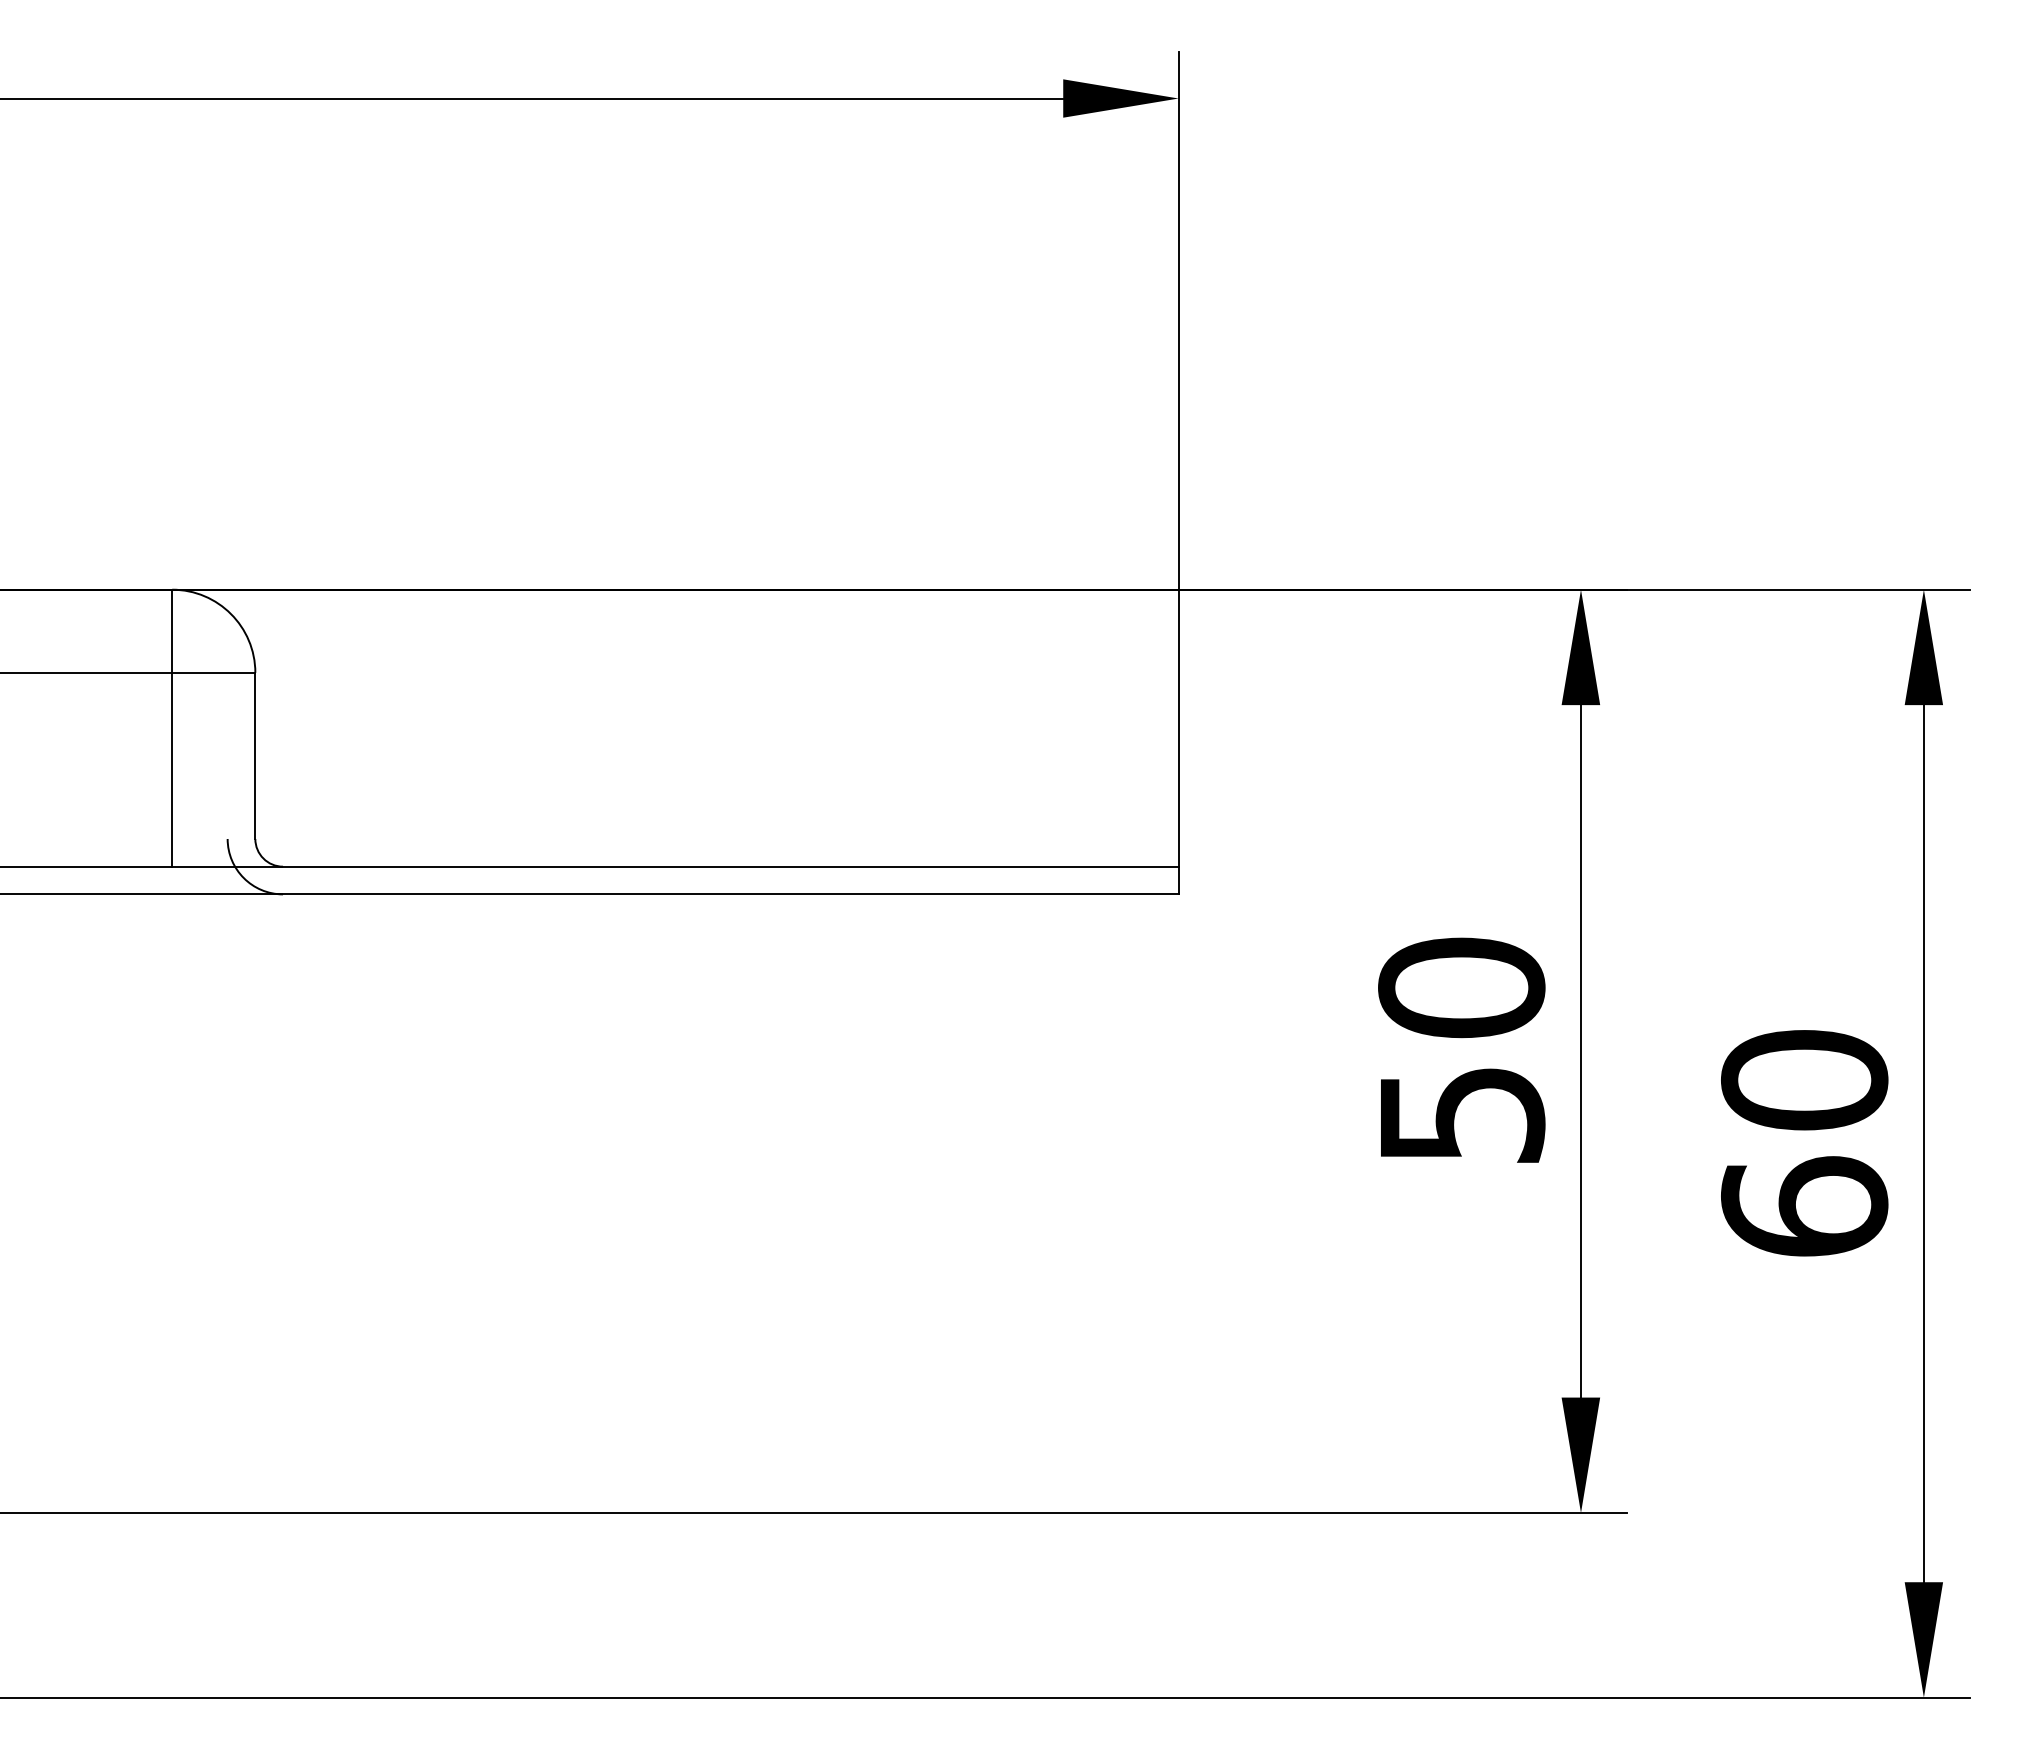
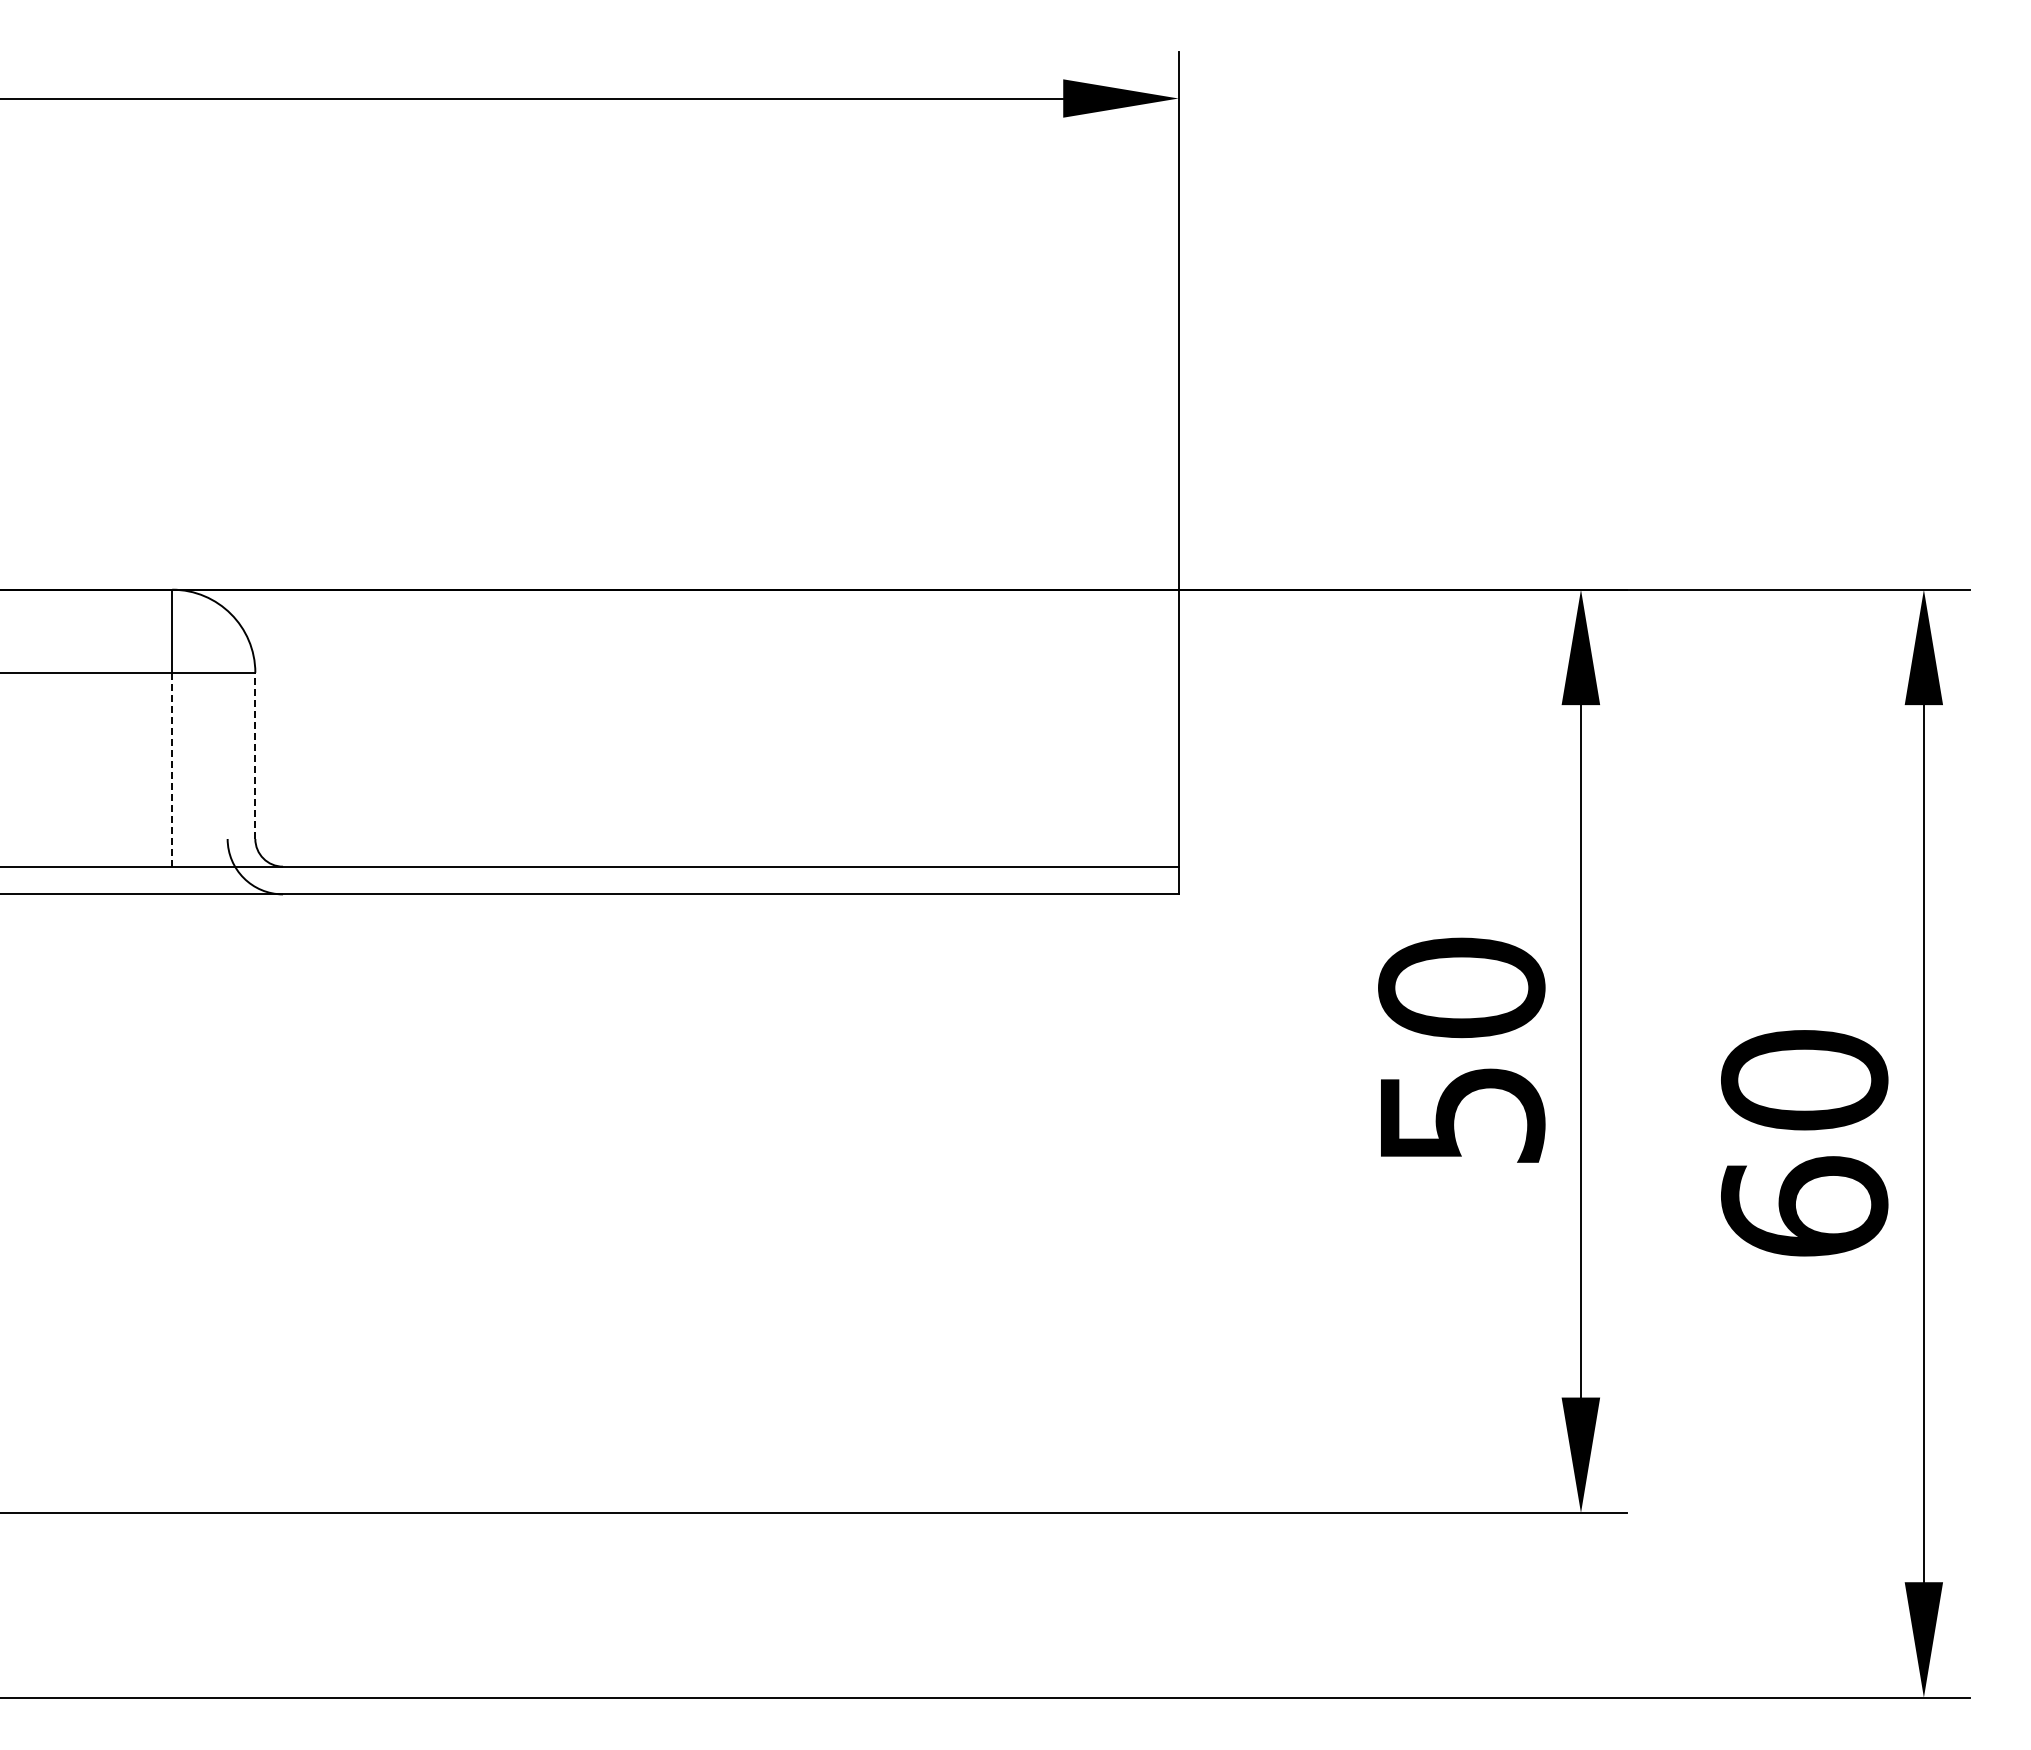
line at (255, 755): solid -> dashed
line at (172, 769): solid -> dashed
